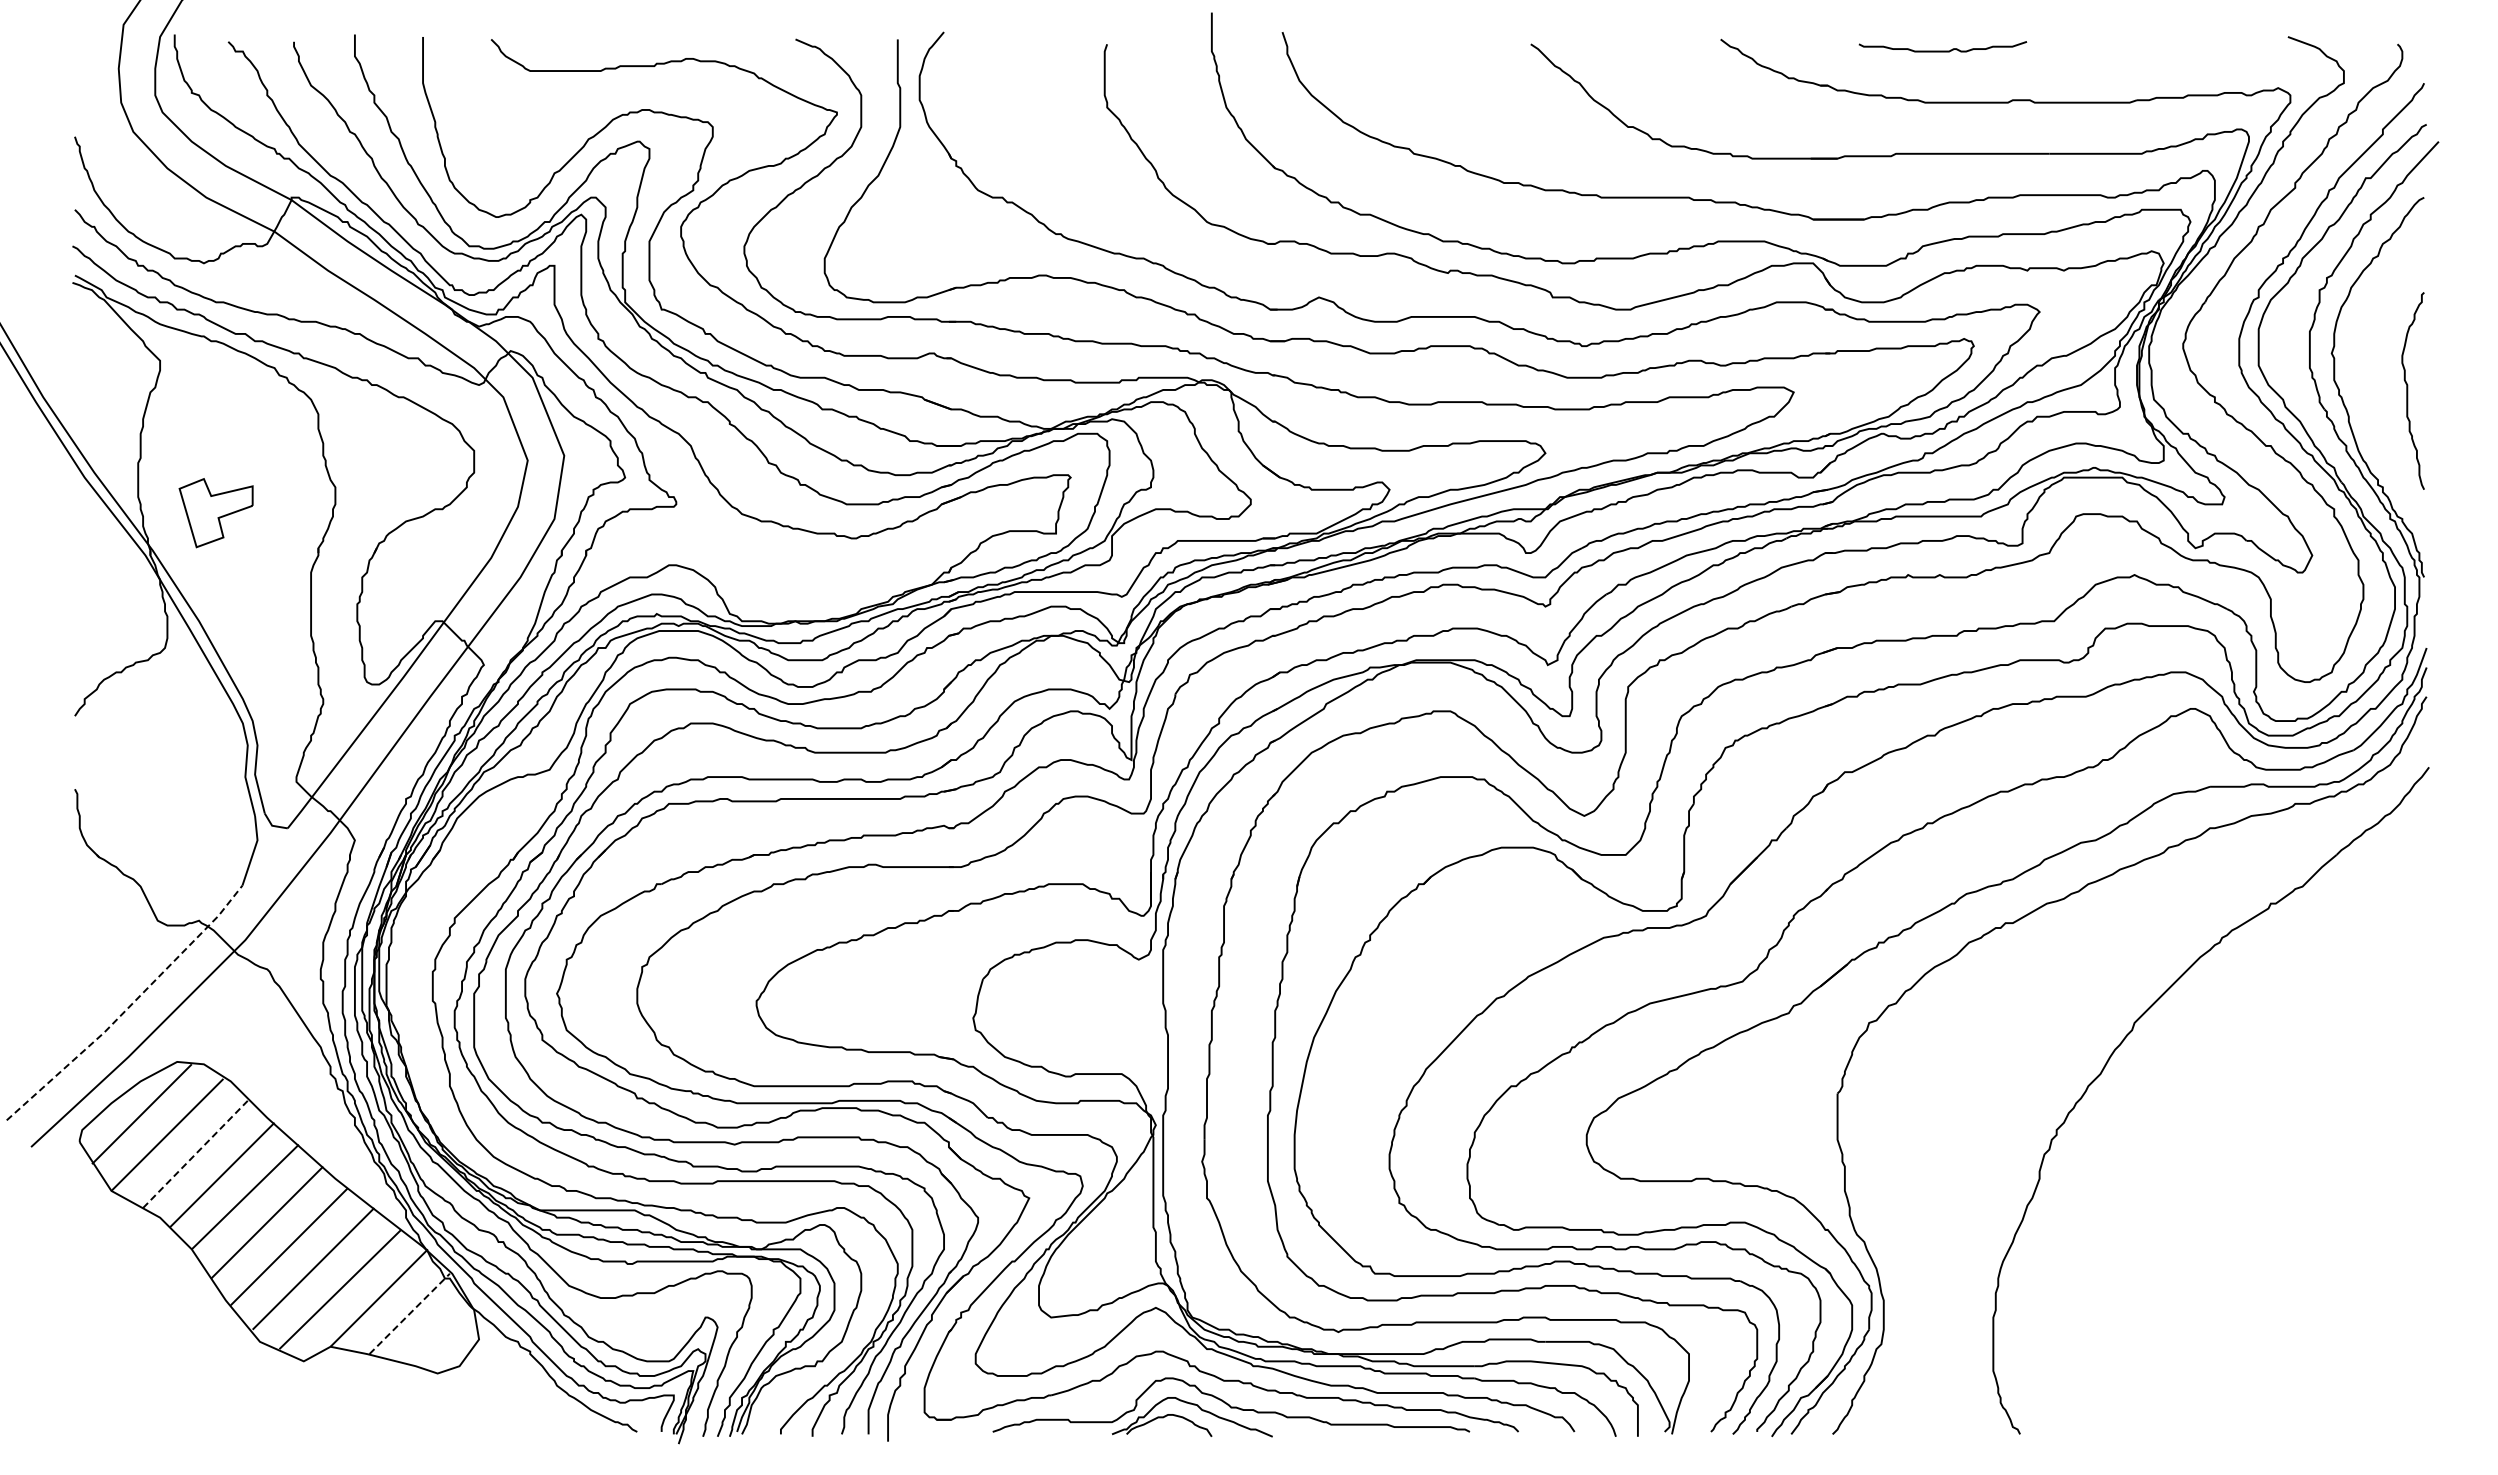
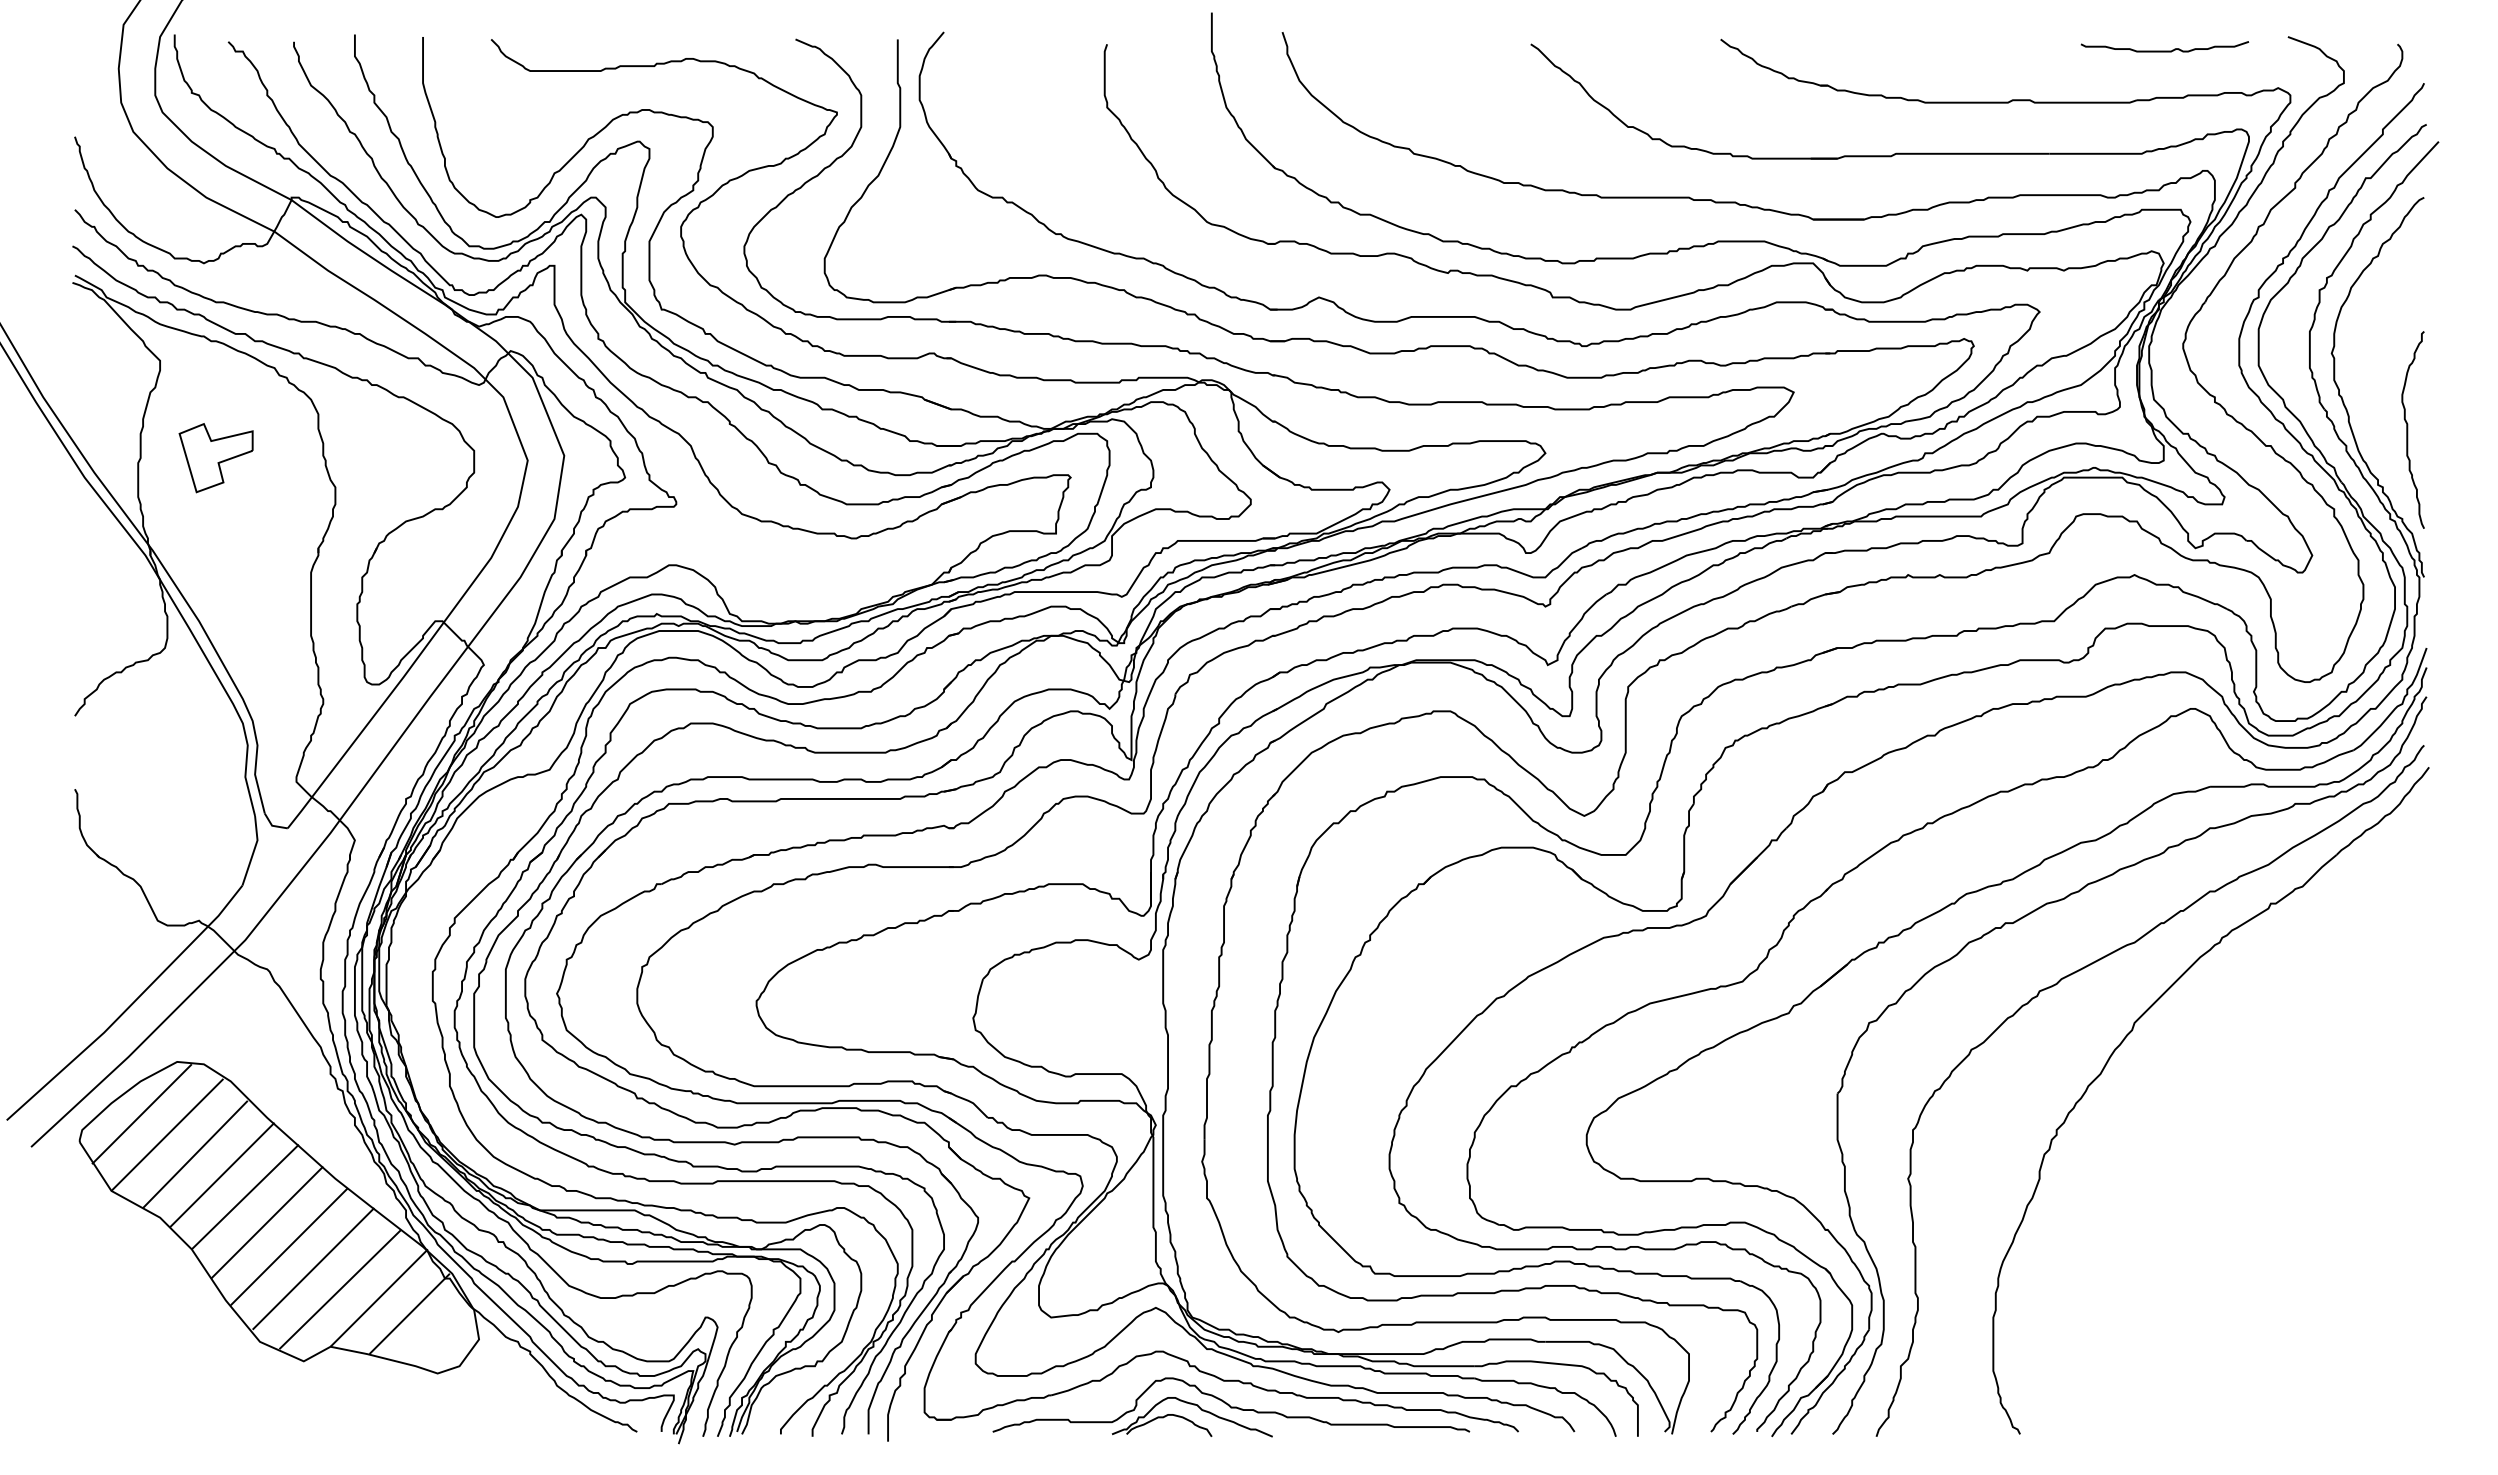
curve at (1942, 50) position: (1942, 50) -> (2164, 50)
curve at (2408, 390) position: (2408, 390) -> (2408, 429)
part at (215, 513) position: (215, 513) -> (215, 458)
curve at (2083, 969): none -> present
line at (129, 1007): dashed -> solid
line at (195, 1154): dashed -> solid
line at (409, 1313): dashed -> solid
